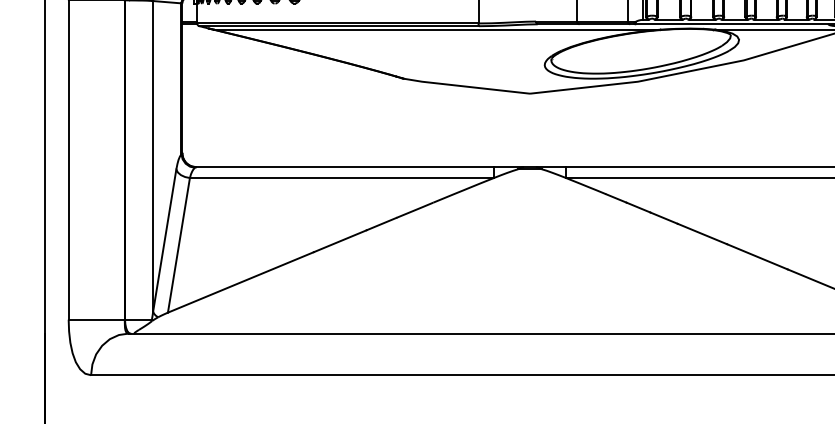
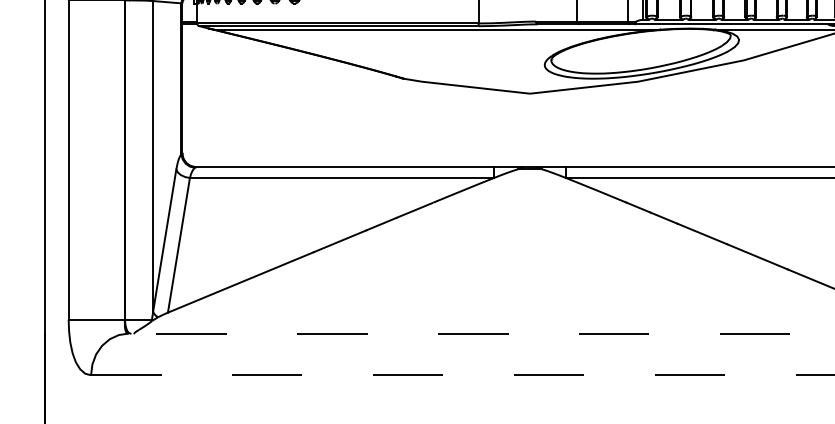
line at (481, 333): solid -> dashed
line at (462, 375): solid -> dashed
